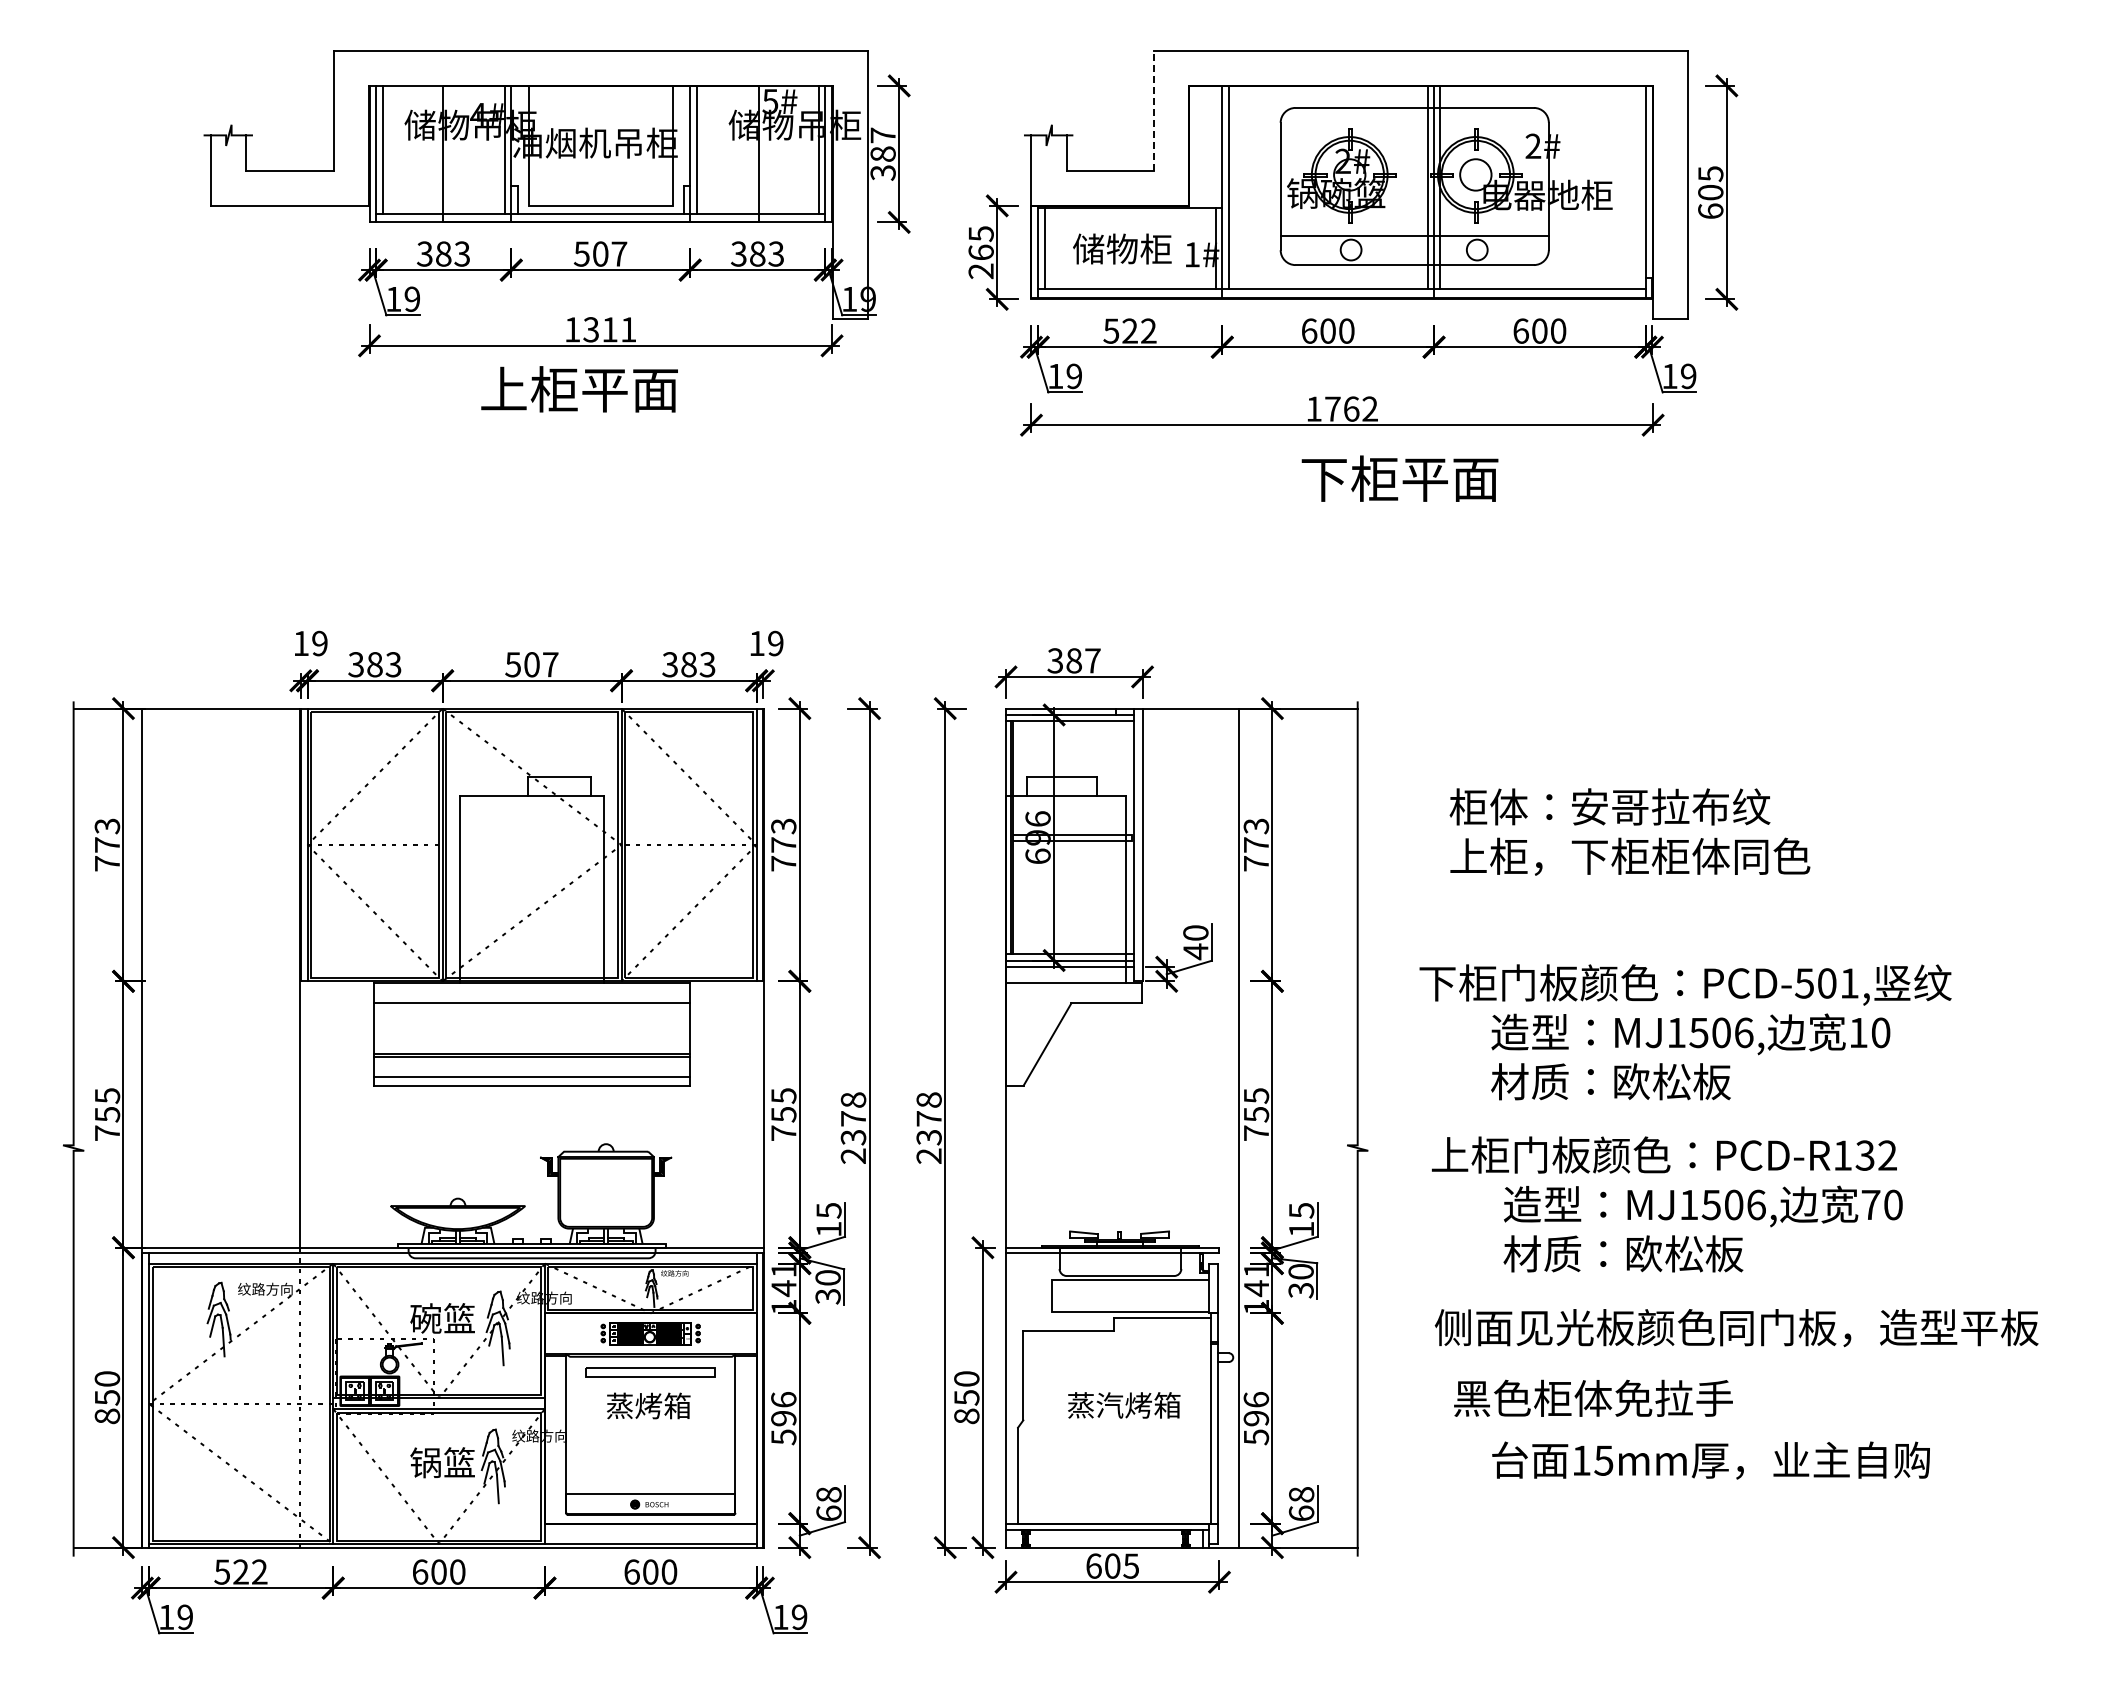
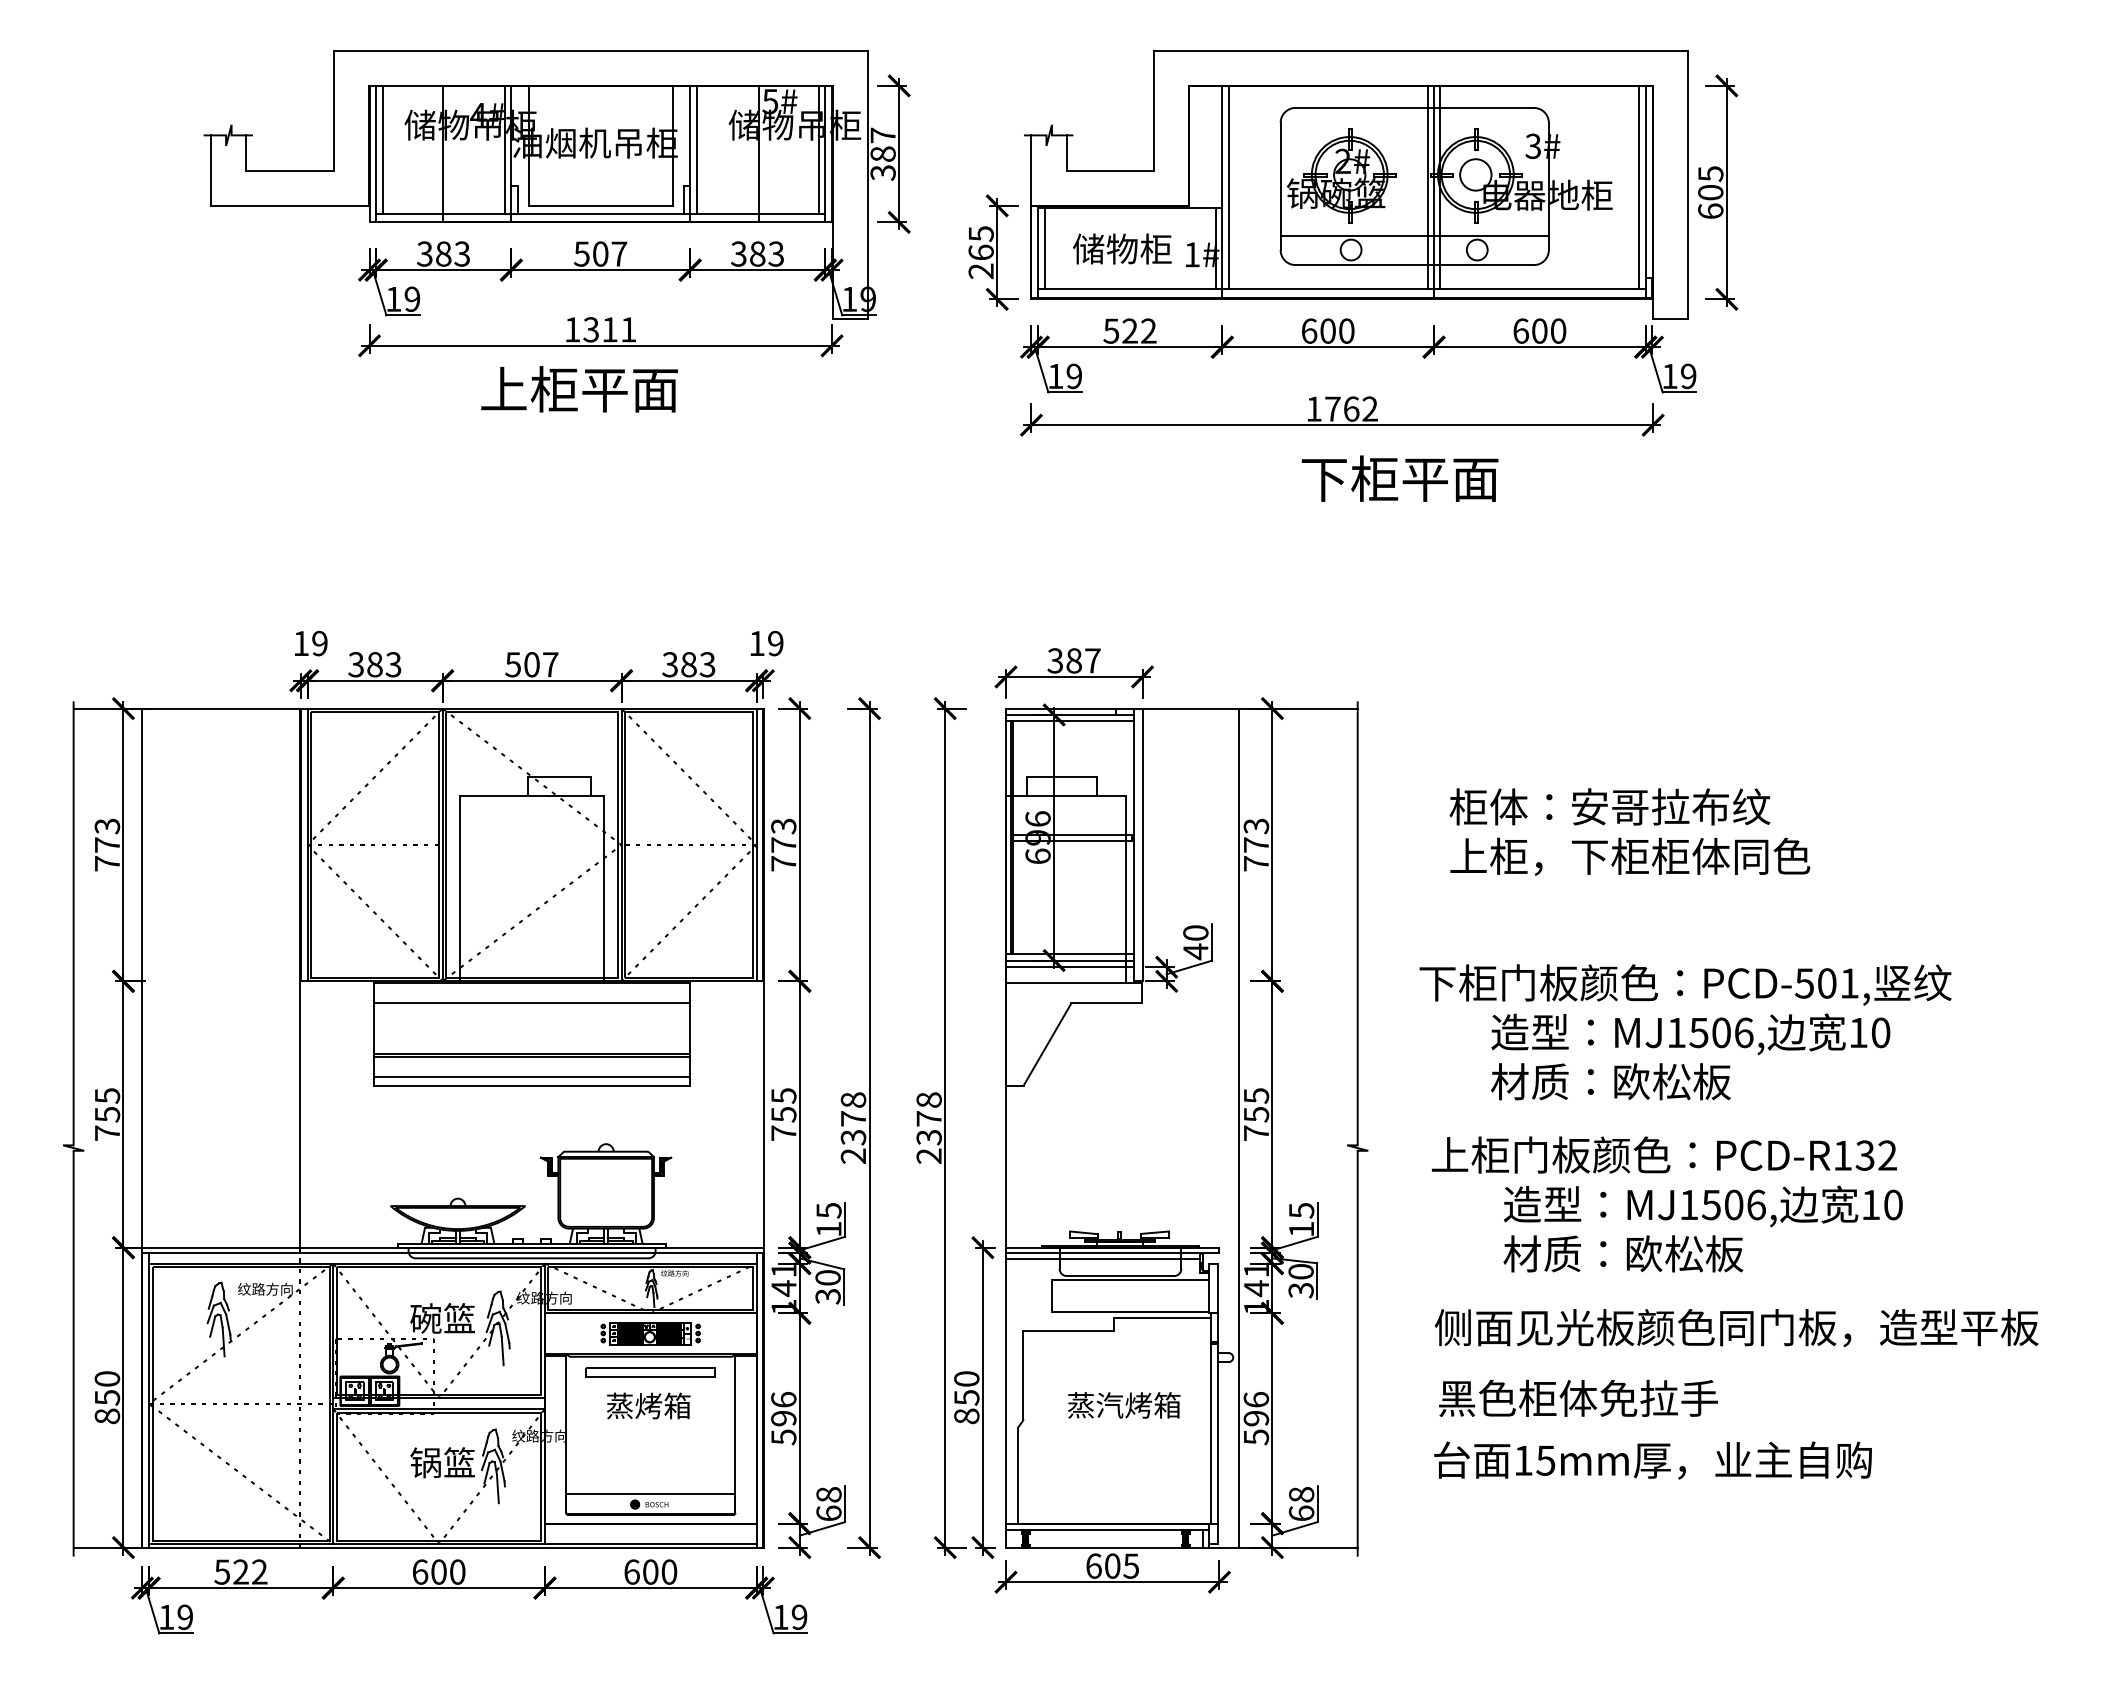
line at (1153, 110): dashed -> solid
text at (1533, 146): 2# -> 3#
line at (1639, 187): none -> present
text at (1870, 1204): 70 -> 10
line at (1103, 1259): none -> present
text at (1593, 1397) position: (1593, 1397) -> (1578, 1397)
text at (1710, 1460) position: (1710, 1460) -> (1652, 1460)
